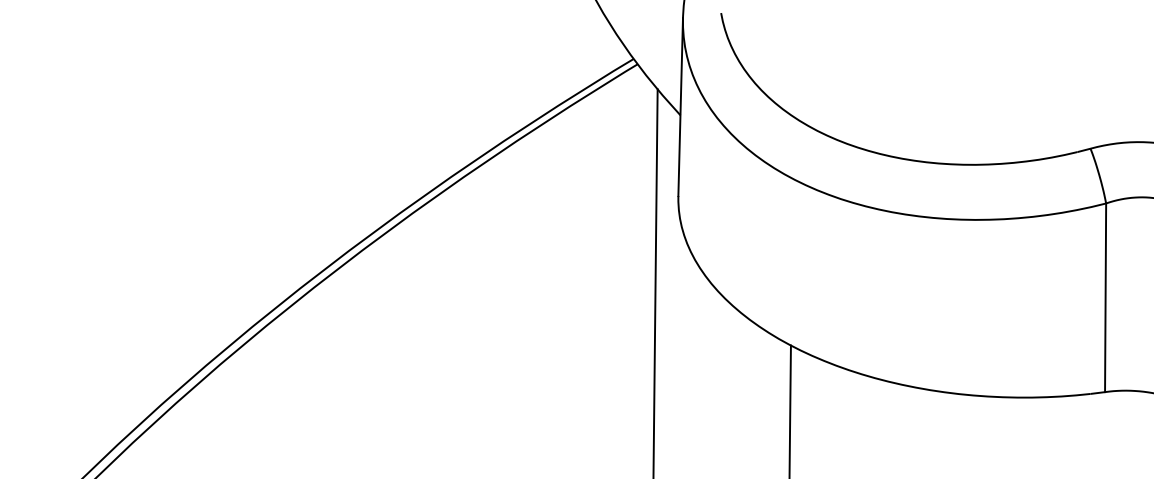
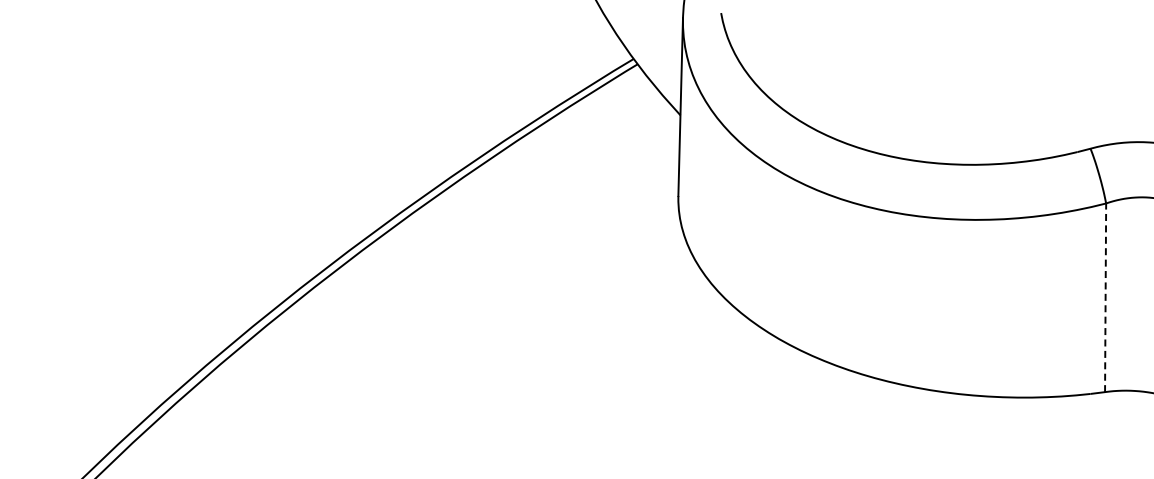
line at (655, 282): present -> none
line at (1105, 297): solid -> dashed
line at (789, 410): present -> none
